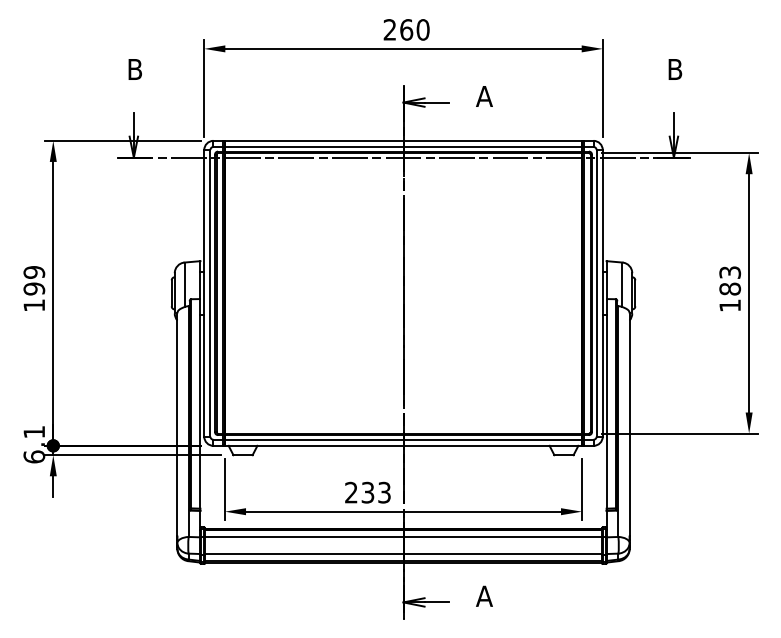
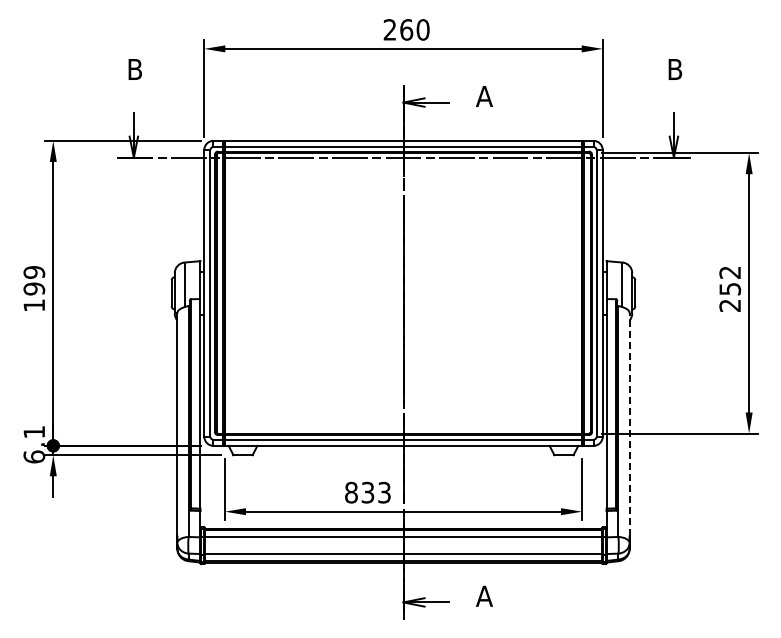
text at (730, 288): 183 -> 252
line at (629, 423): solid -> dashed
text at (351, 492): 233 -> 833
